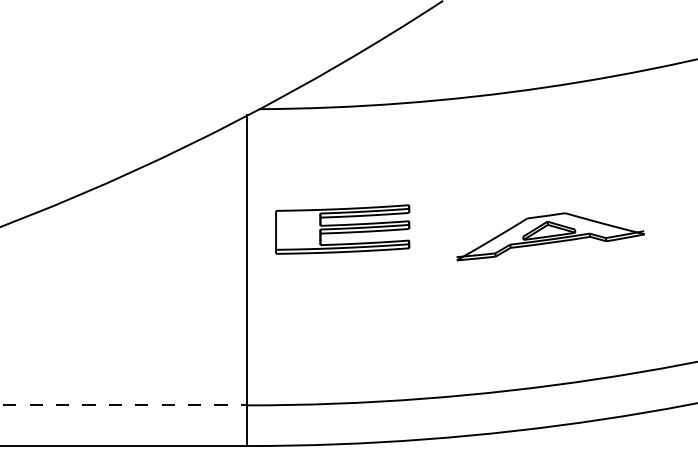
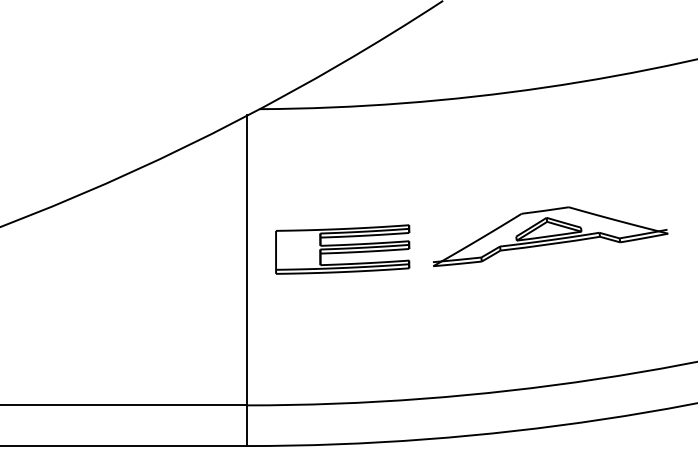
part at (342, 229) position: (342, 229) -> (342, 249)
part at (550, 236) size: 189x50 px -> 236x62 px
line at (124, 405): dashed -> solid
